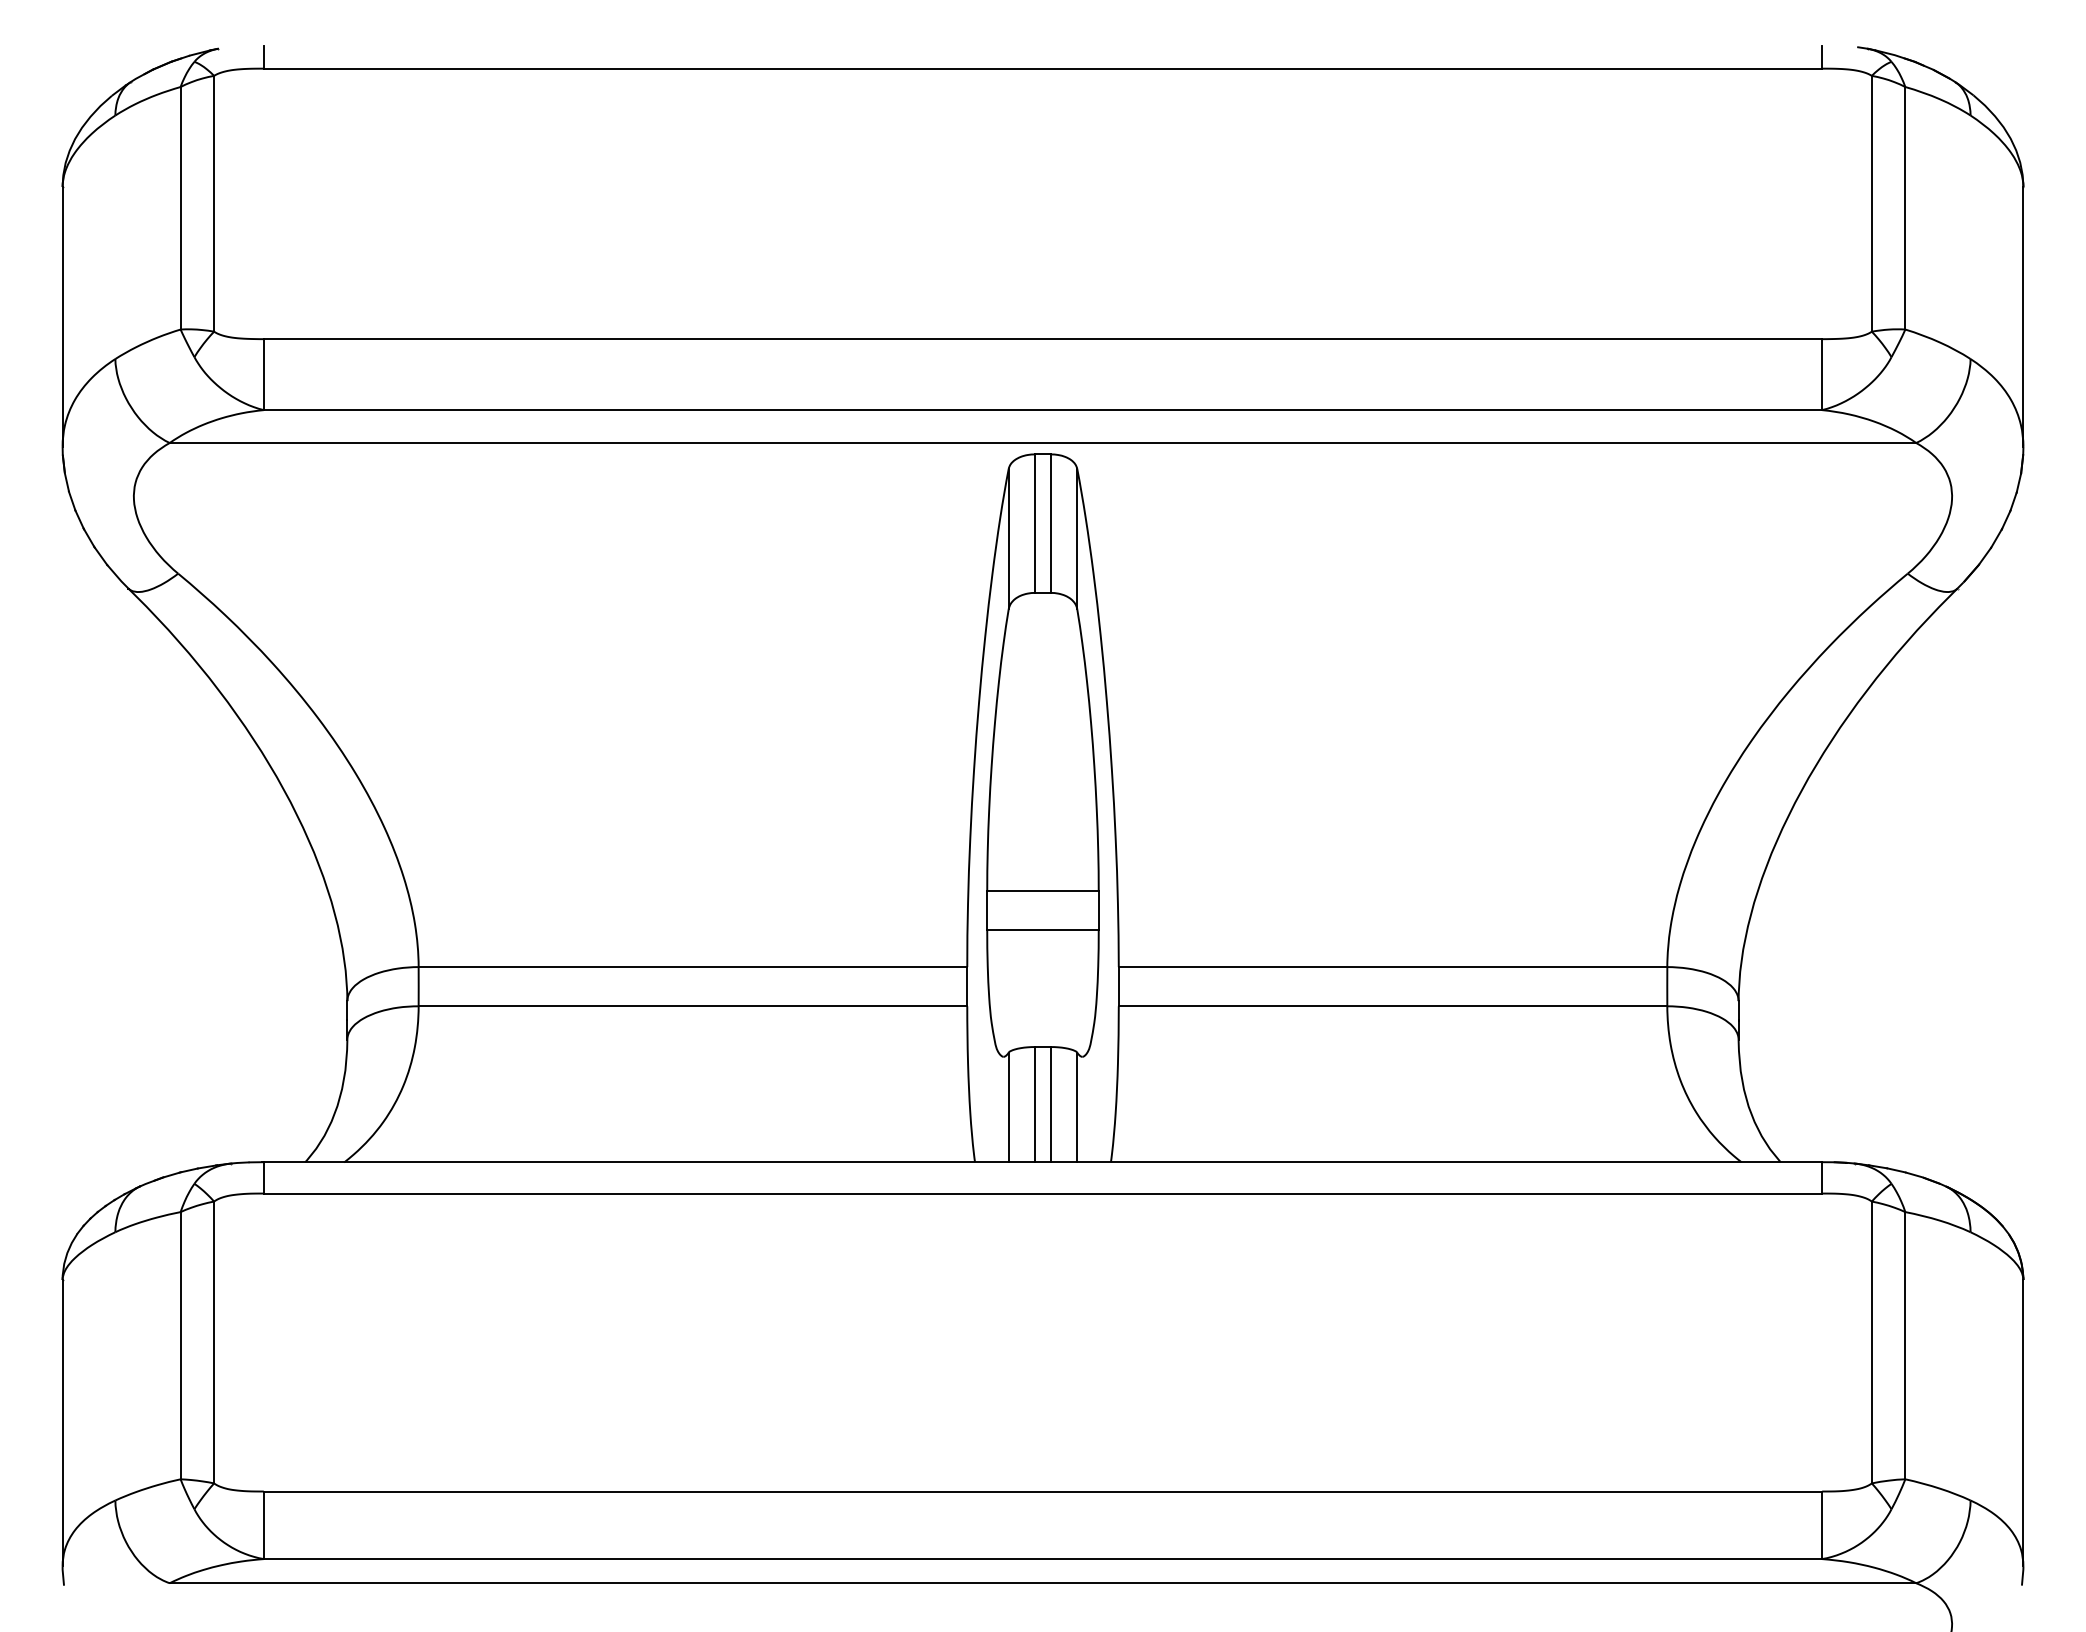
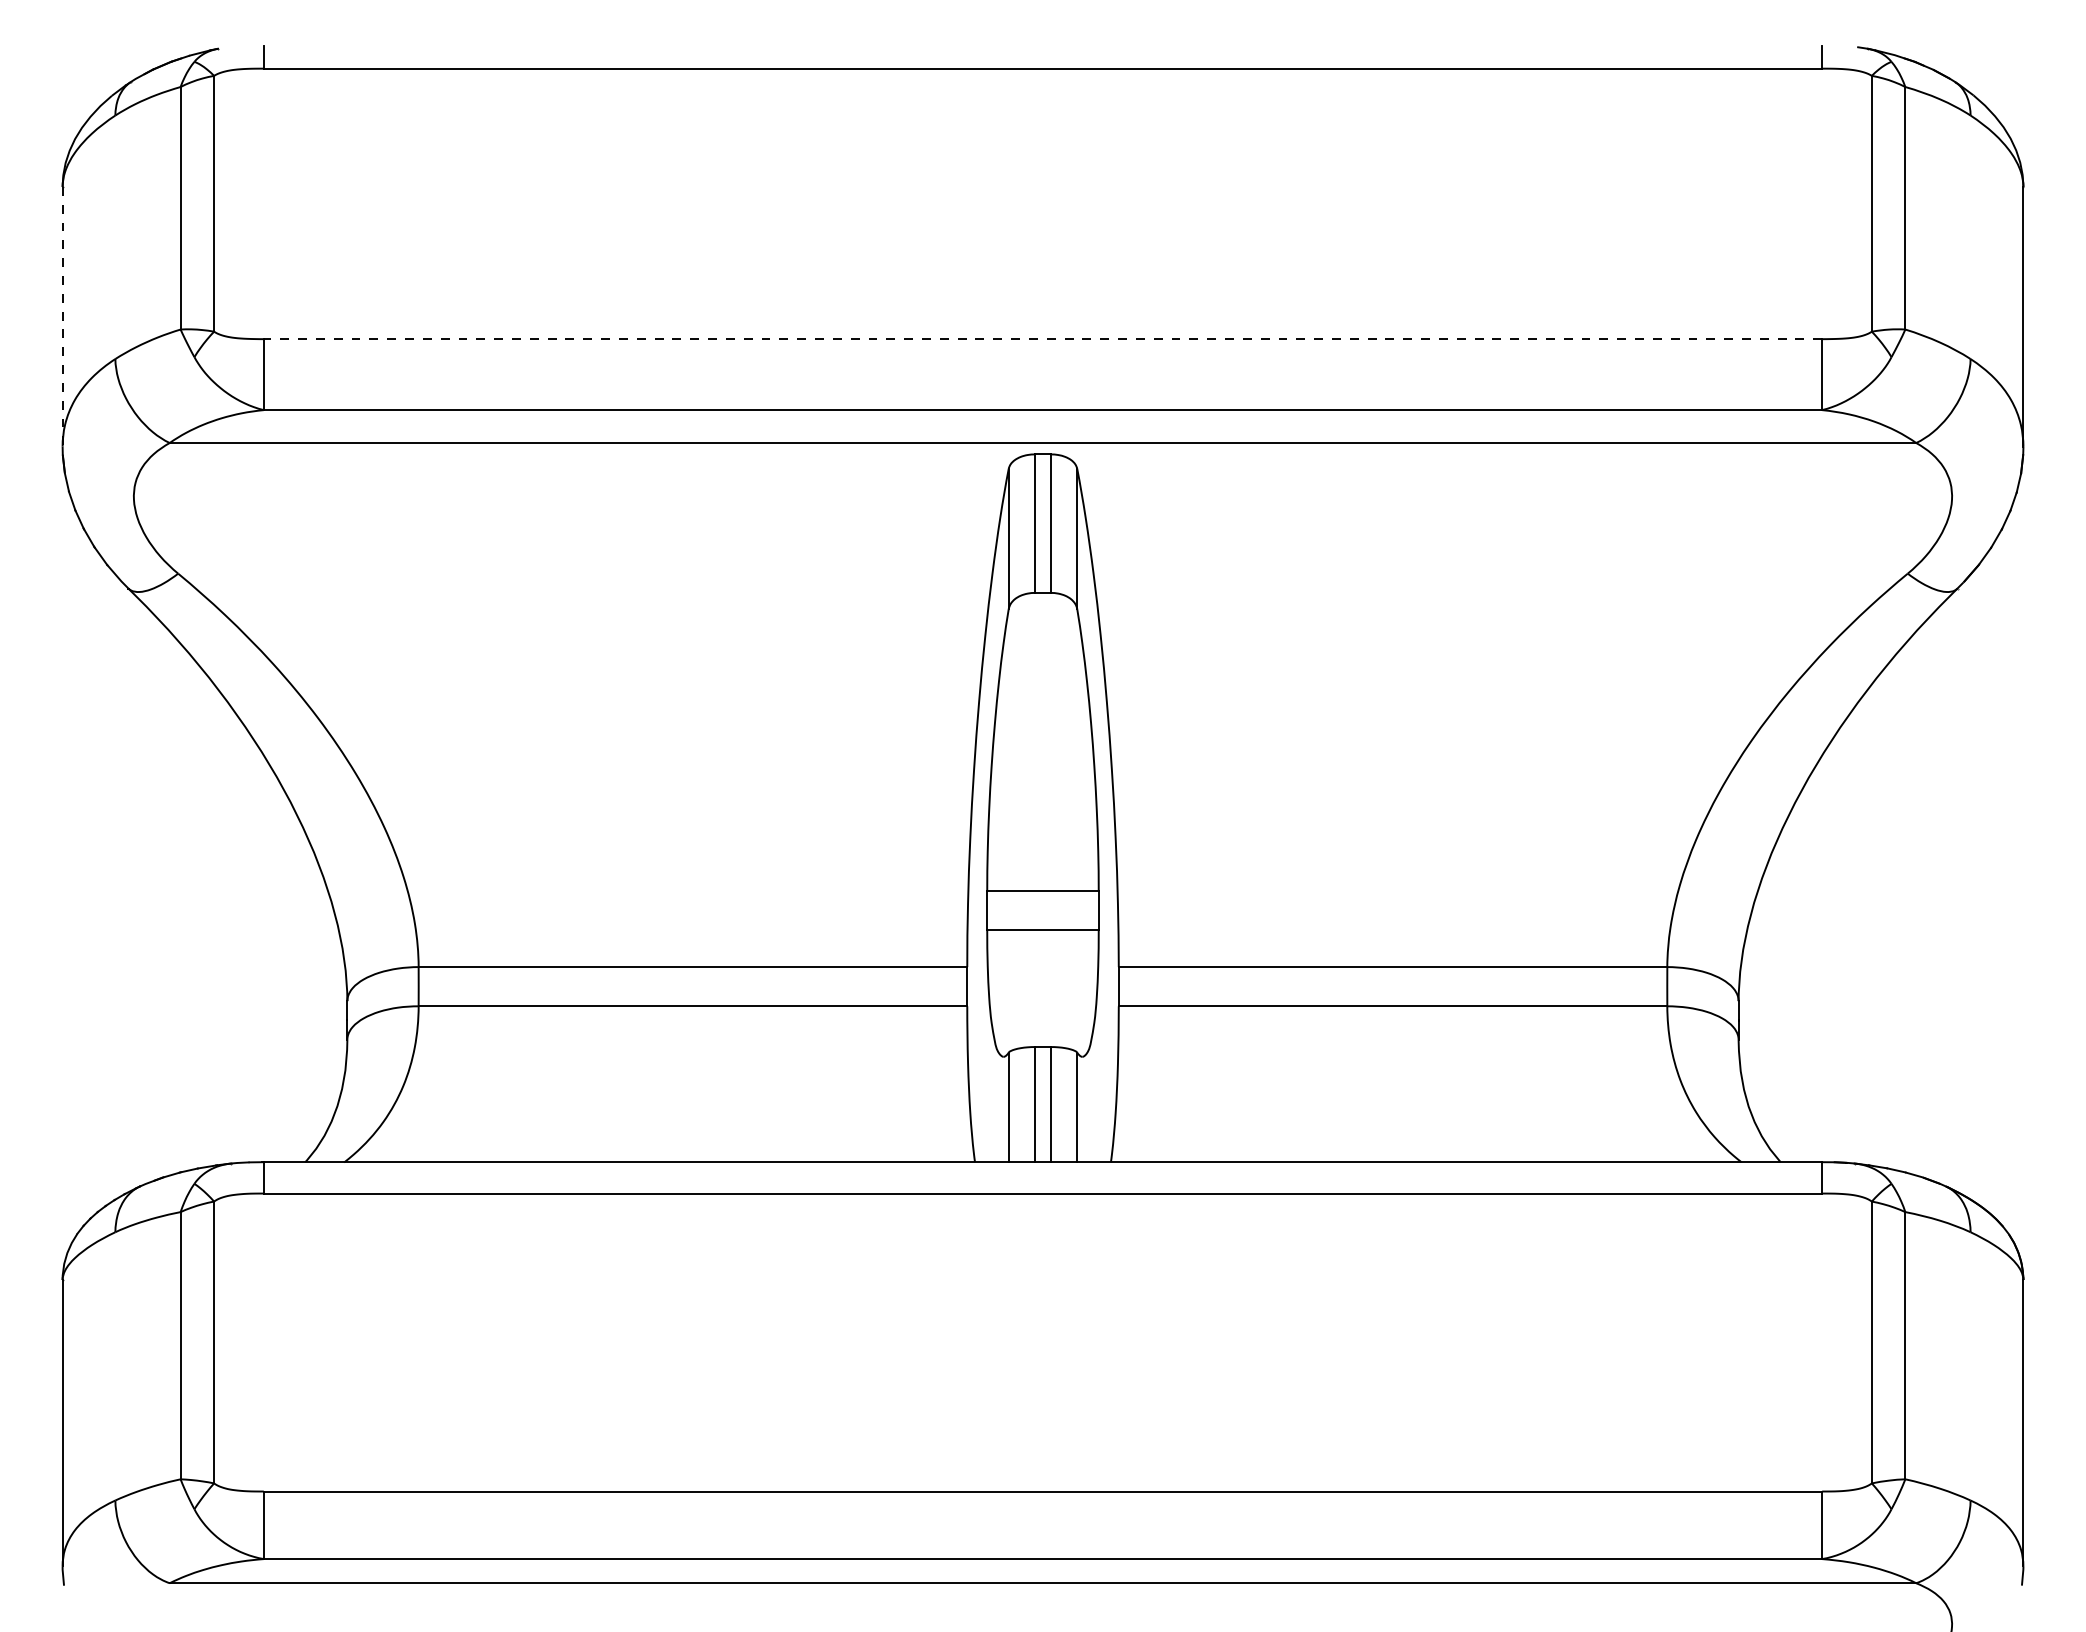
line at (62, 316): solid -> dashed
line at (1042, 339): solid -> dashed
